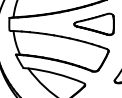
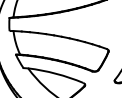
part at (93, 23): present -> none
